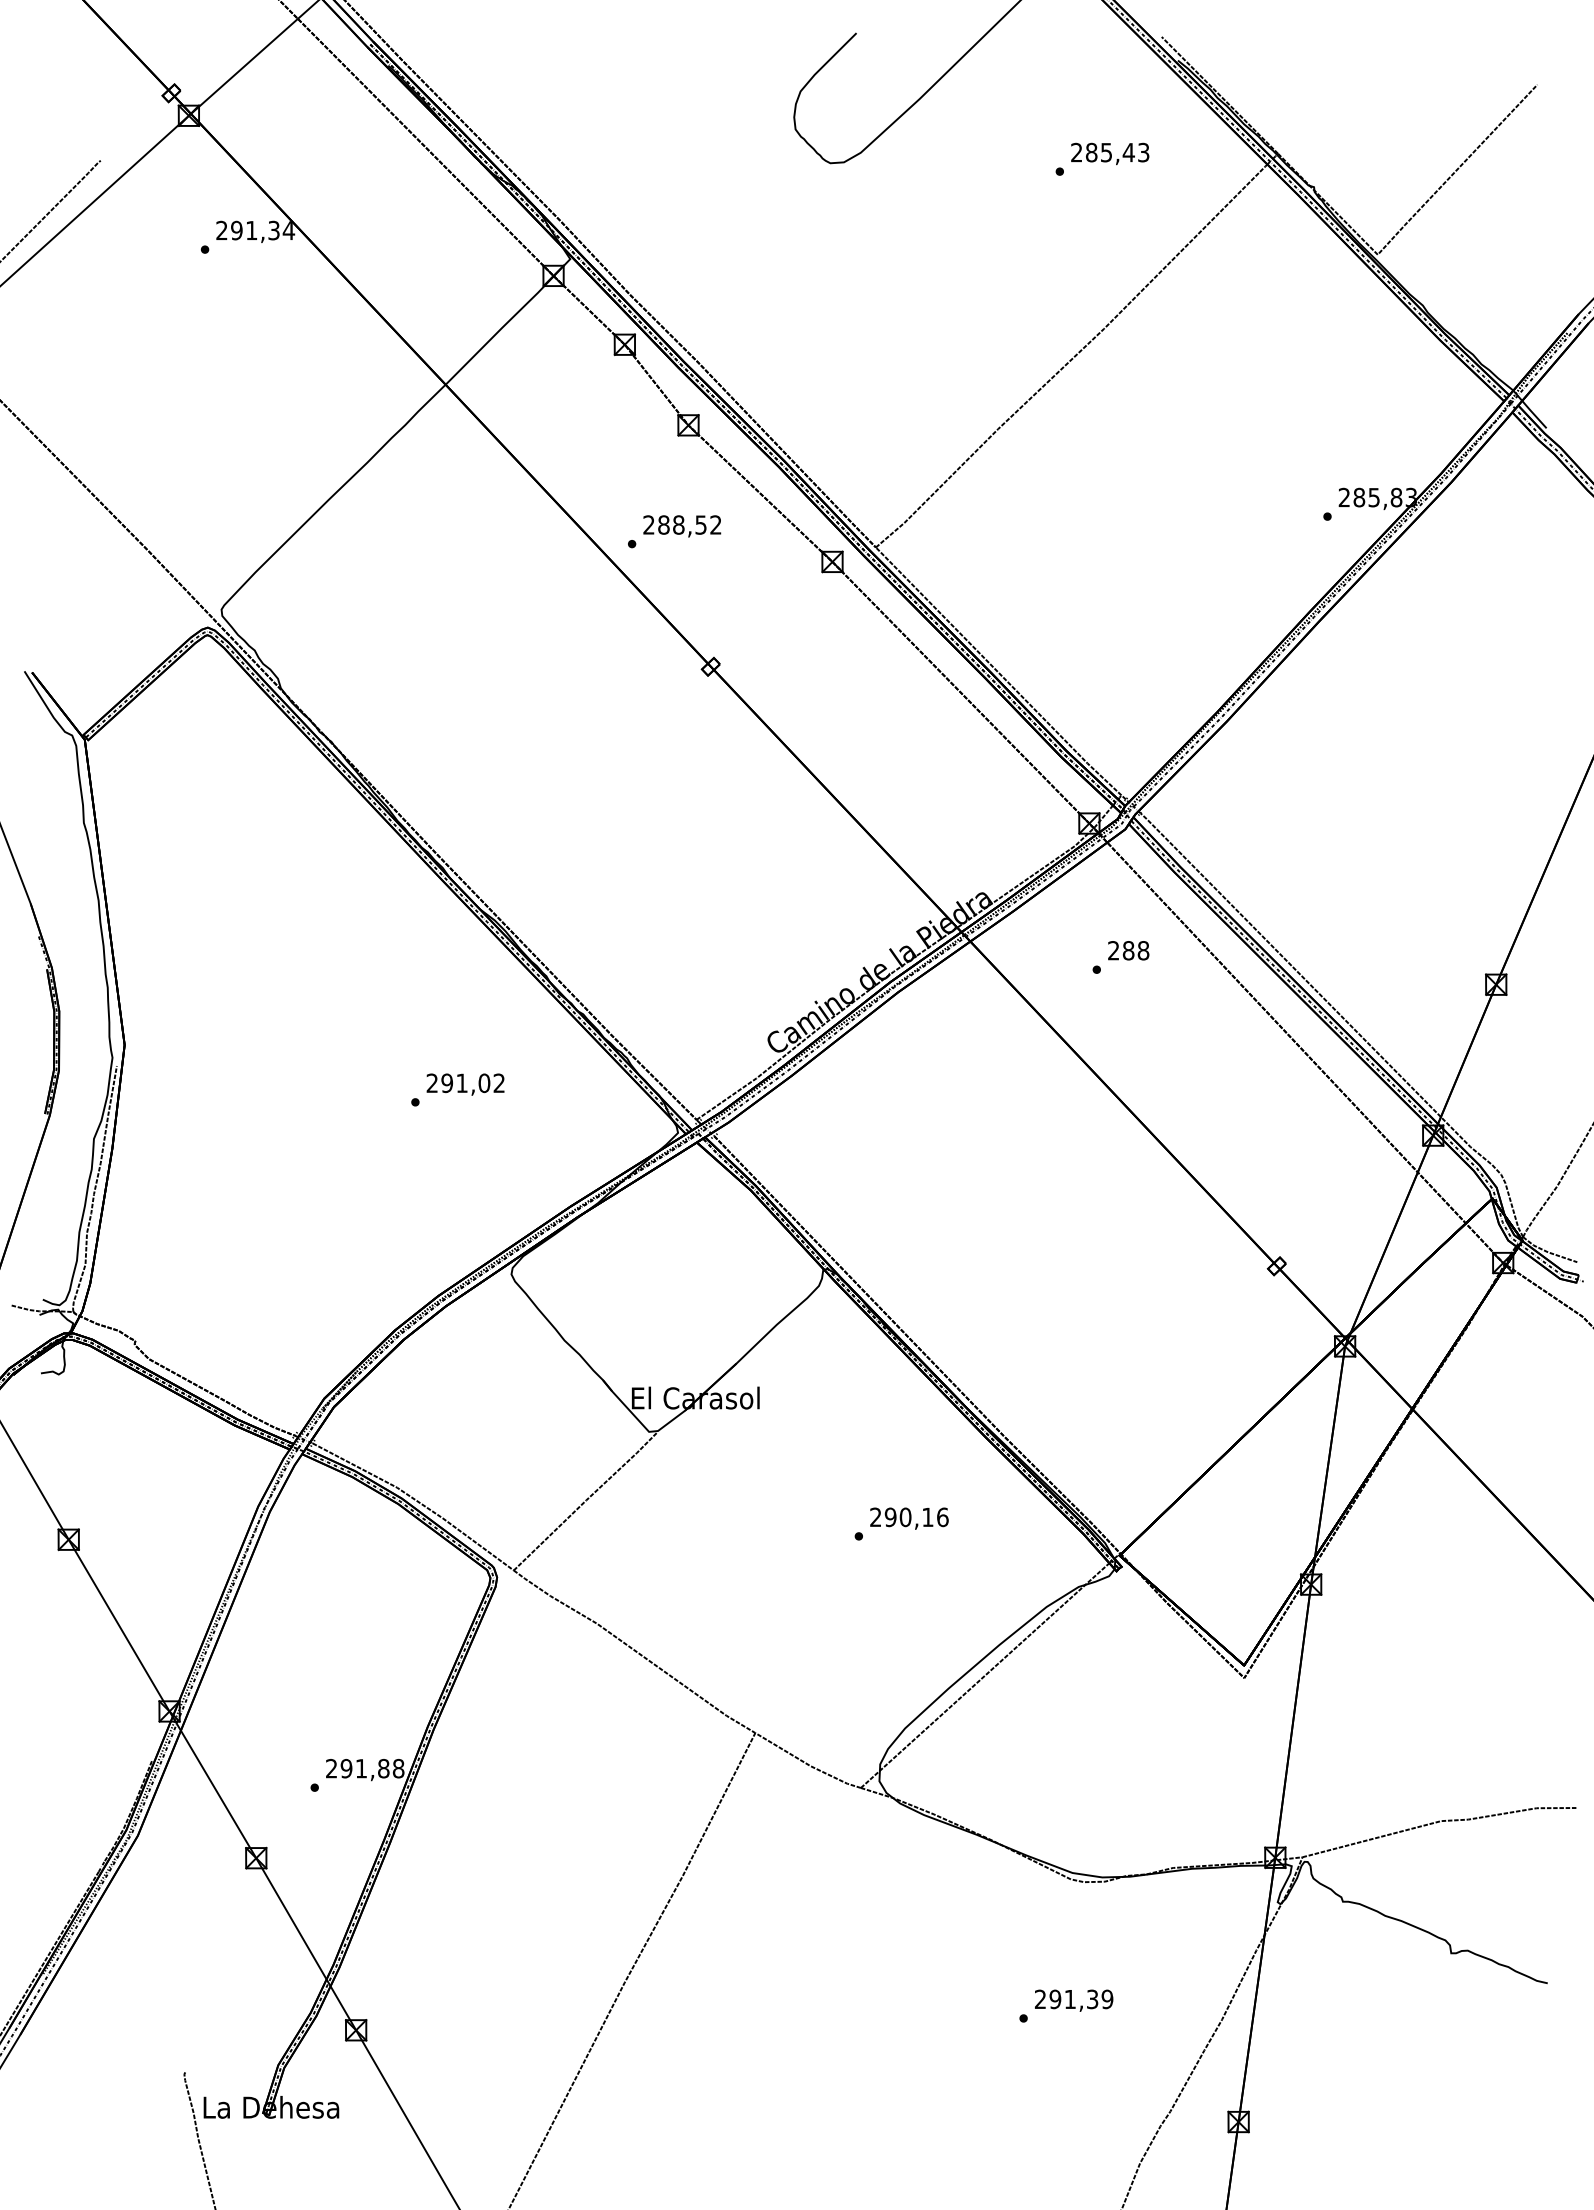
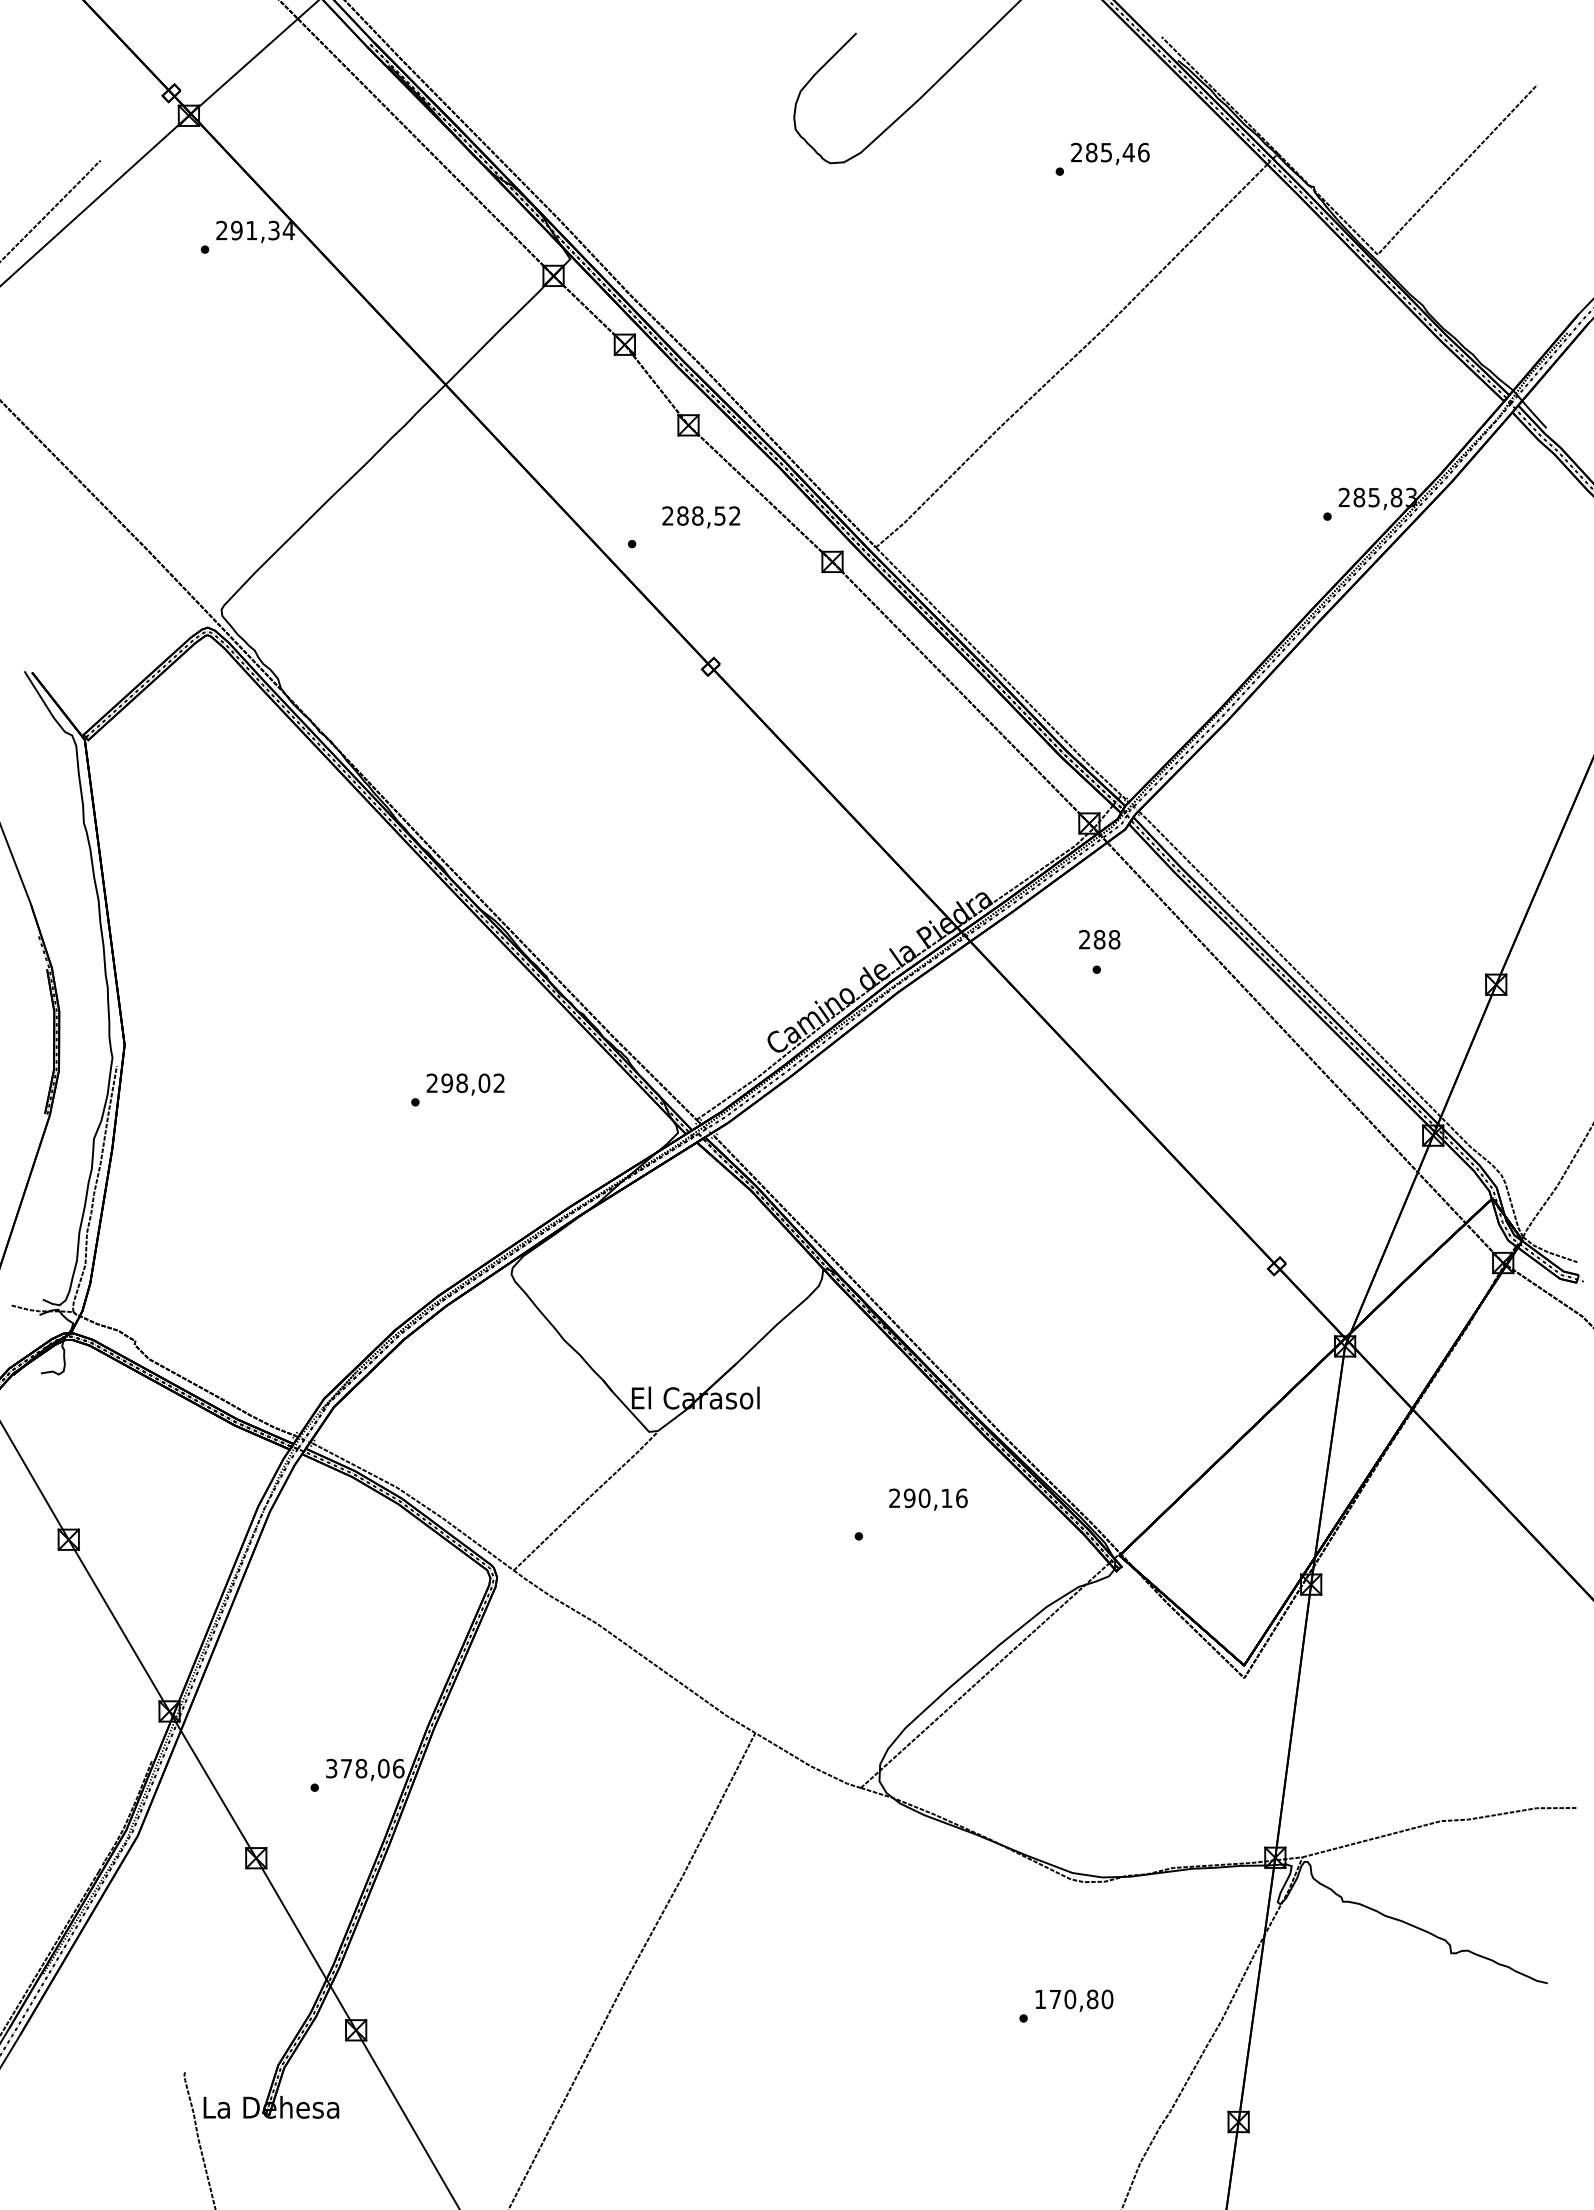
text at (1143, 152): 285,43 -> 285,46
text at (682, 526) position: (682, 526) -> (701, 517)
text at (1128, 950) position: (1128, 950) -> (1099, 939)
text at (461, 1083): 291,02 -> 298,02
text at (909, 1518) position: (909, 1518) -> (928, 1499)
text at (365, 1768): 291,88 -> 378,06
text at (1073, 1999): 291,39 -> 170,80
